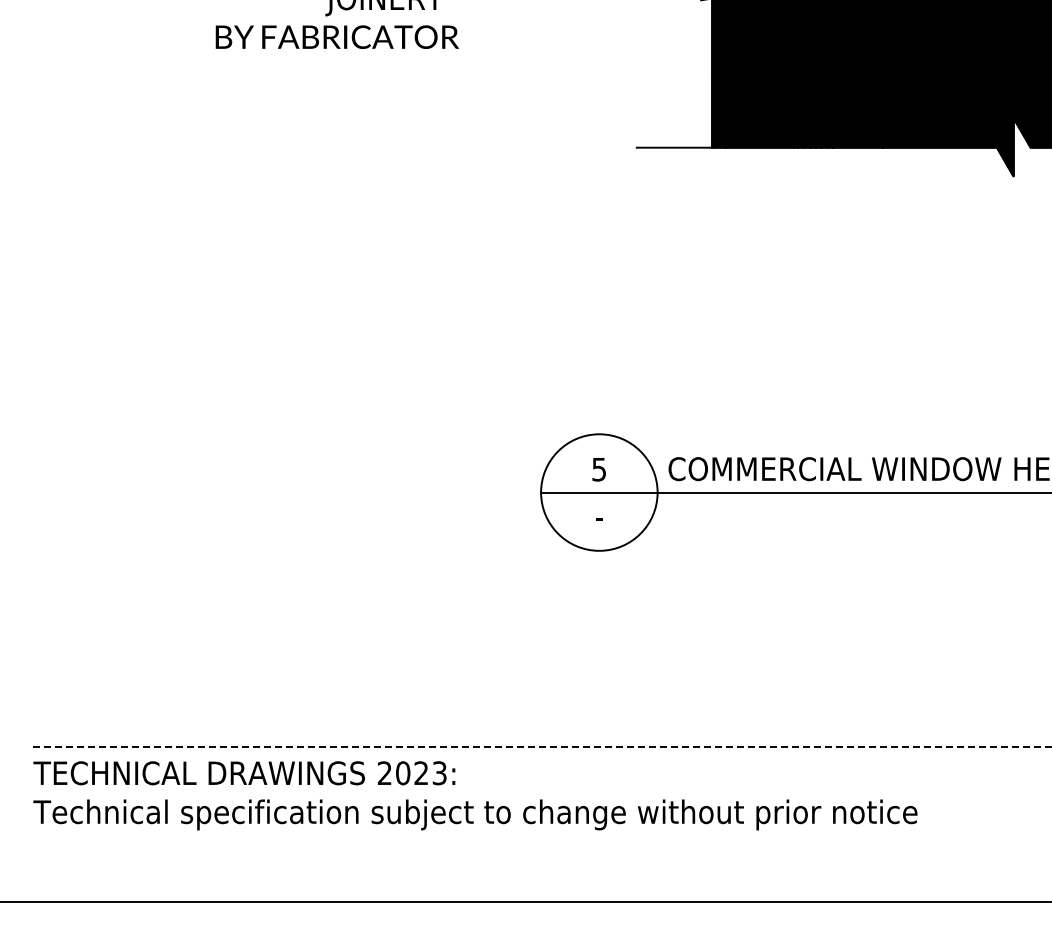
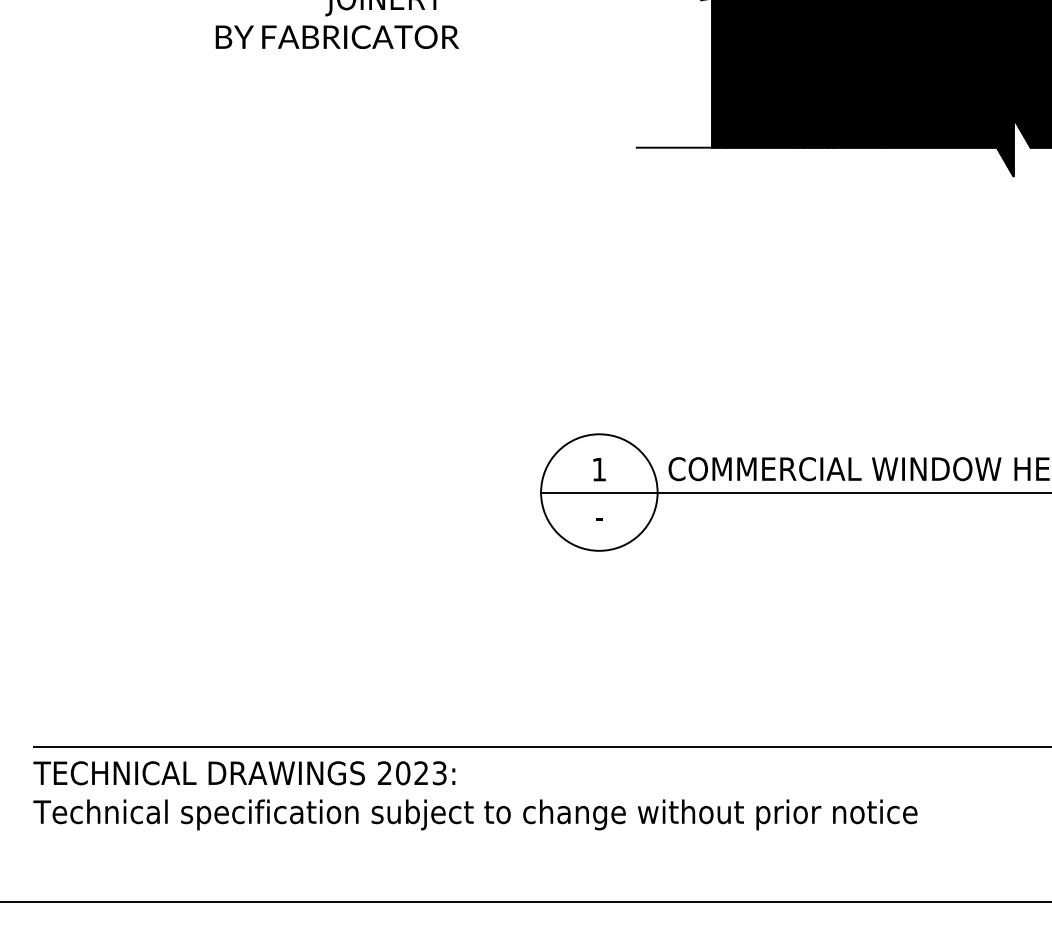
text at (598, 469): 5 -> 1
line at (542, 747): dashed -> solid
